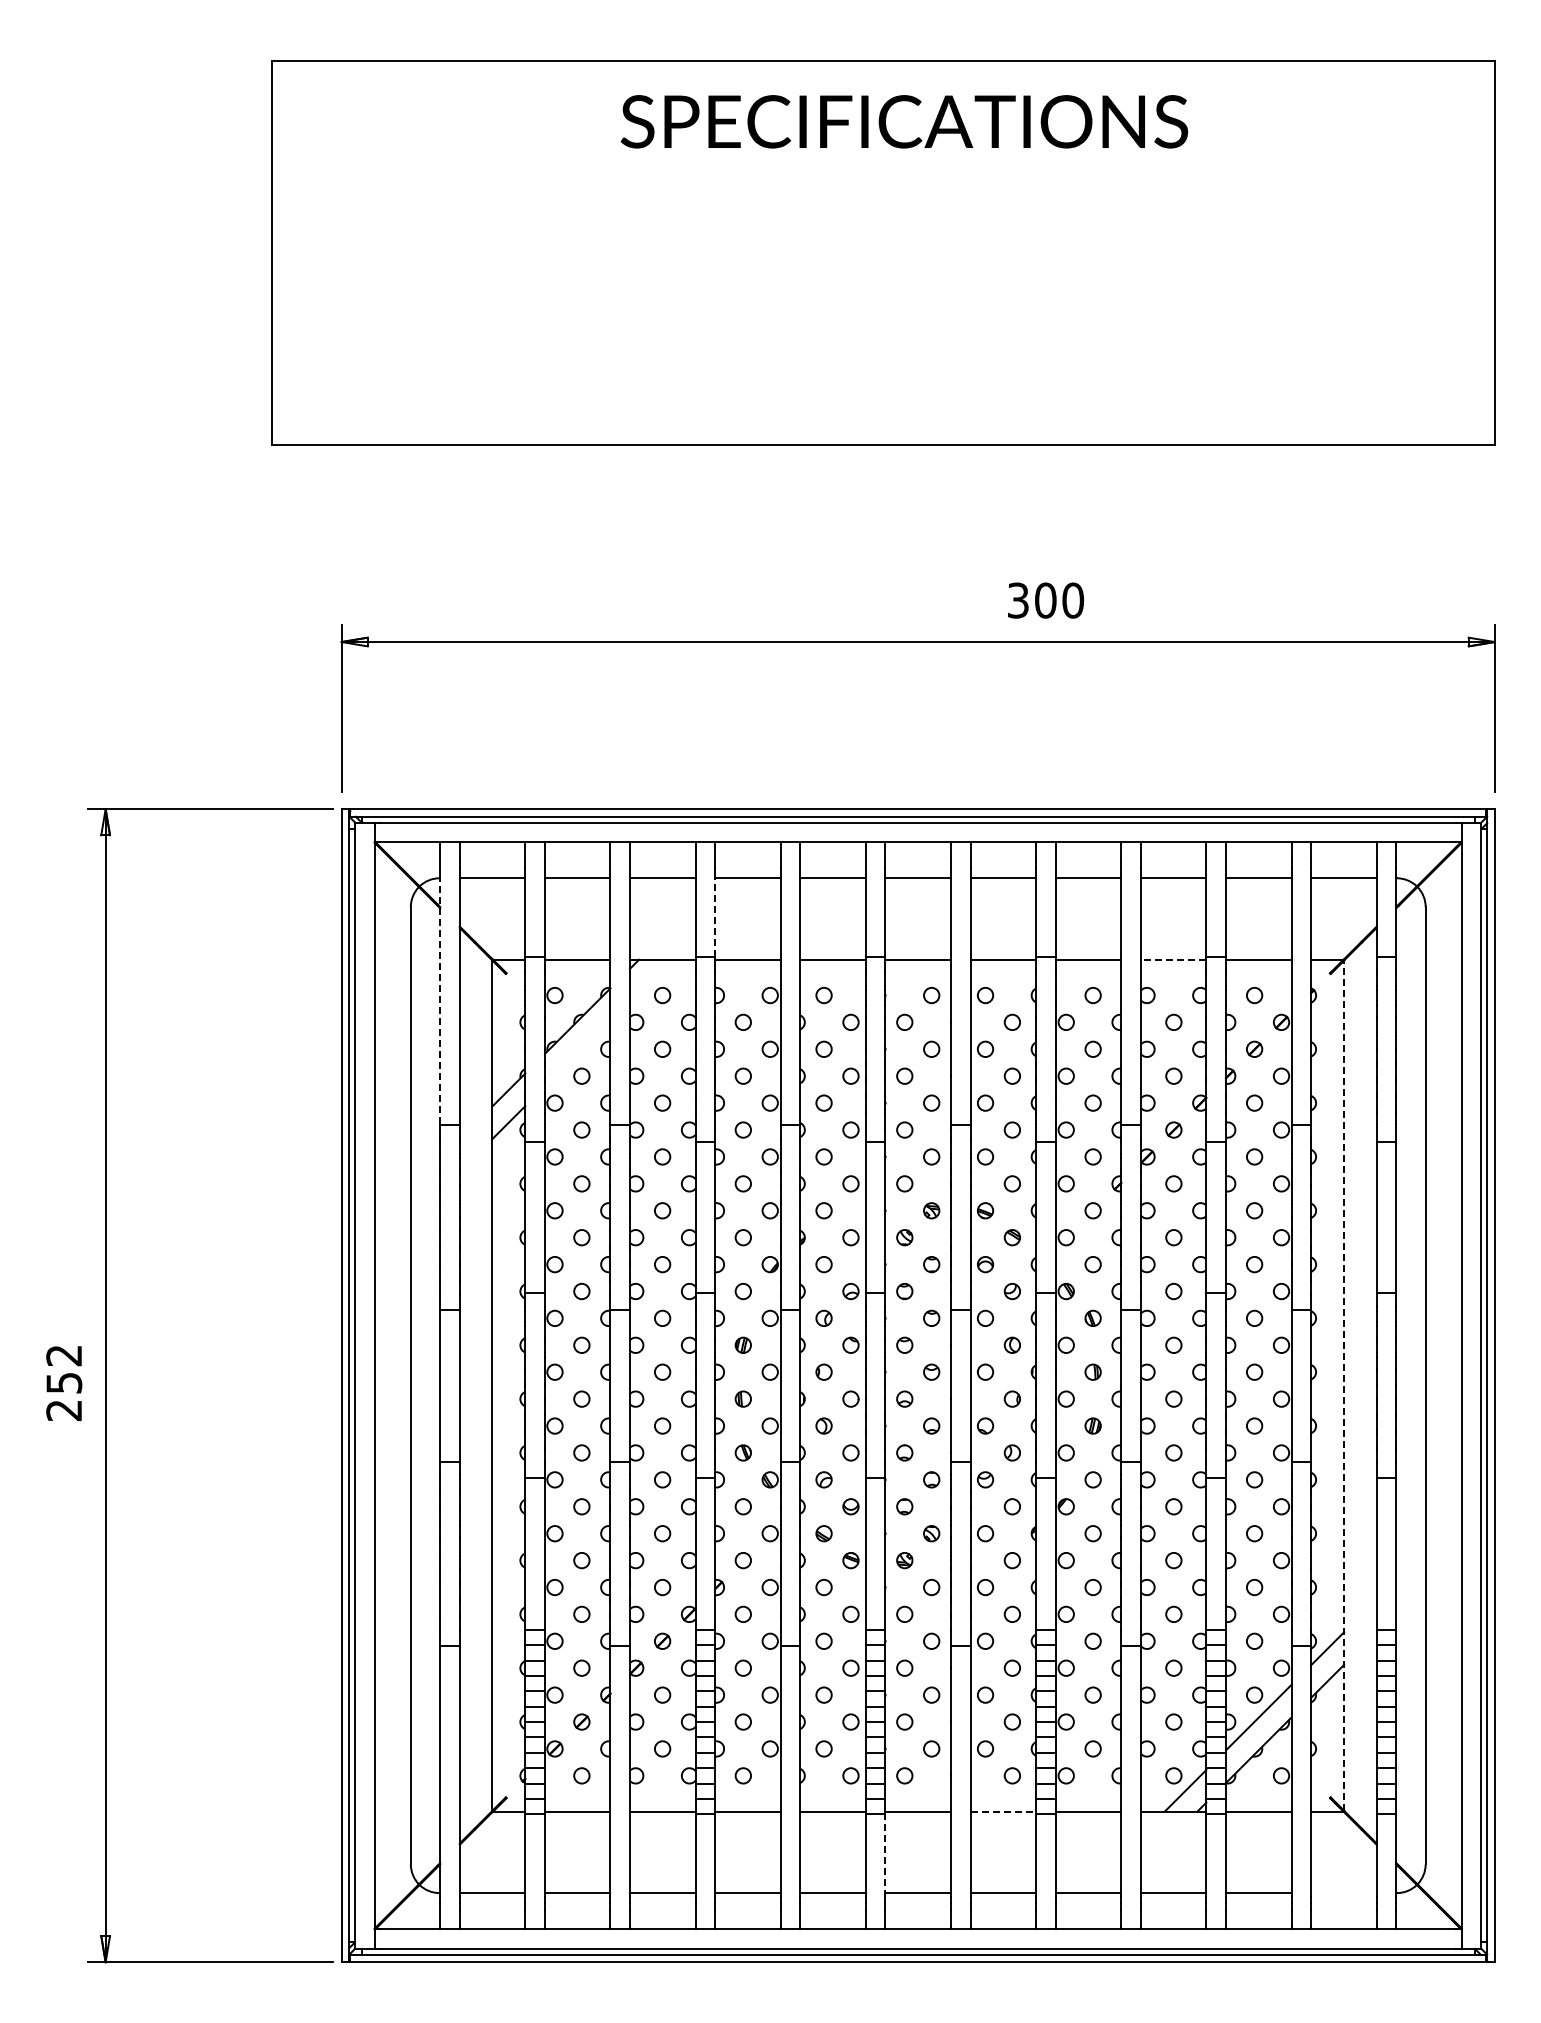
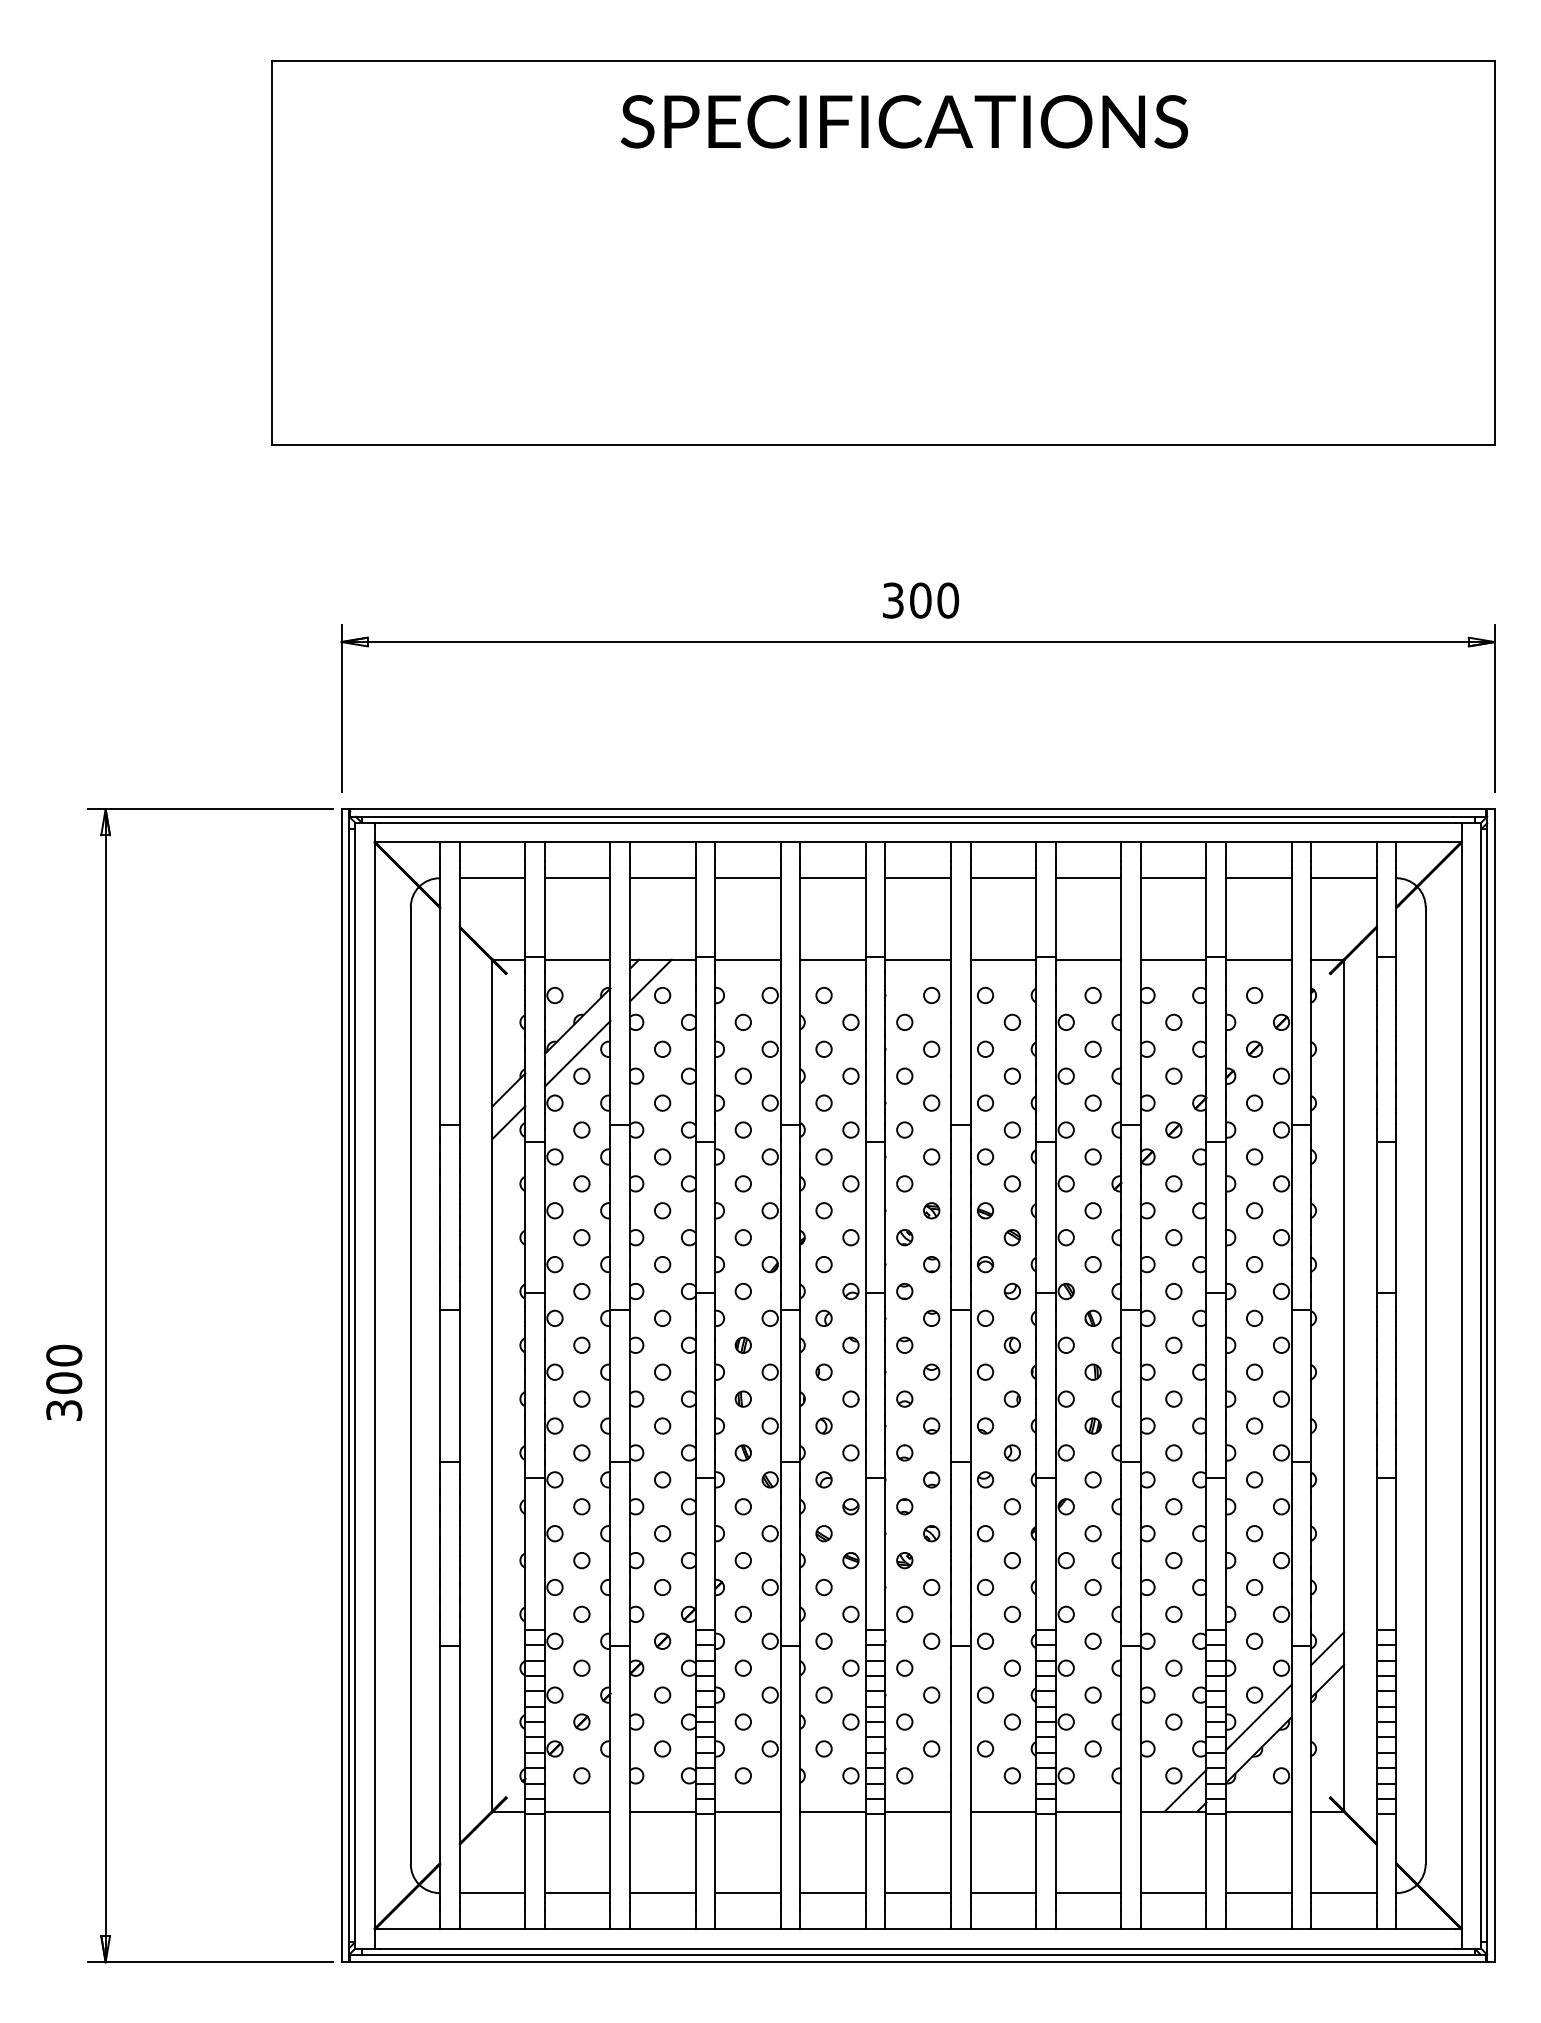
text at (1046, 600) position: (1046, 600) -> (921, 600)
line at (715, 915): dashed -> solid
line at (1173, 959): dashed -> solid
line at (650, 980): none -> present
line at (440, 1000): dashed -> solid
line at (577, 1053): none -> present
text at (64, 1382): 252 -> 300
line at (1344, 1385): dashed -> solid
line at (1003, 1811): dashed -> solid
line at (885, 1855): dashed -> solid
line at (1343, 1893): none -> present
